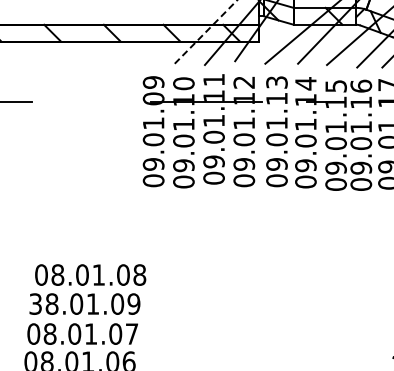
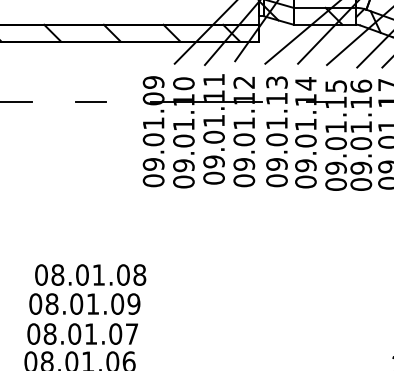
line at (206, 31): dashed -> solid
line at (91, 102): none -> present
text at (35, 303): 38.01.09 -> 08.01.09
